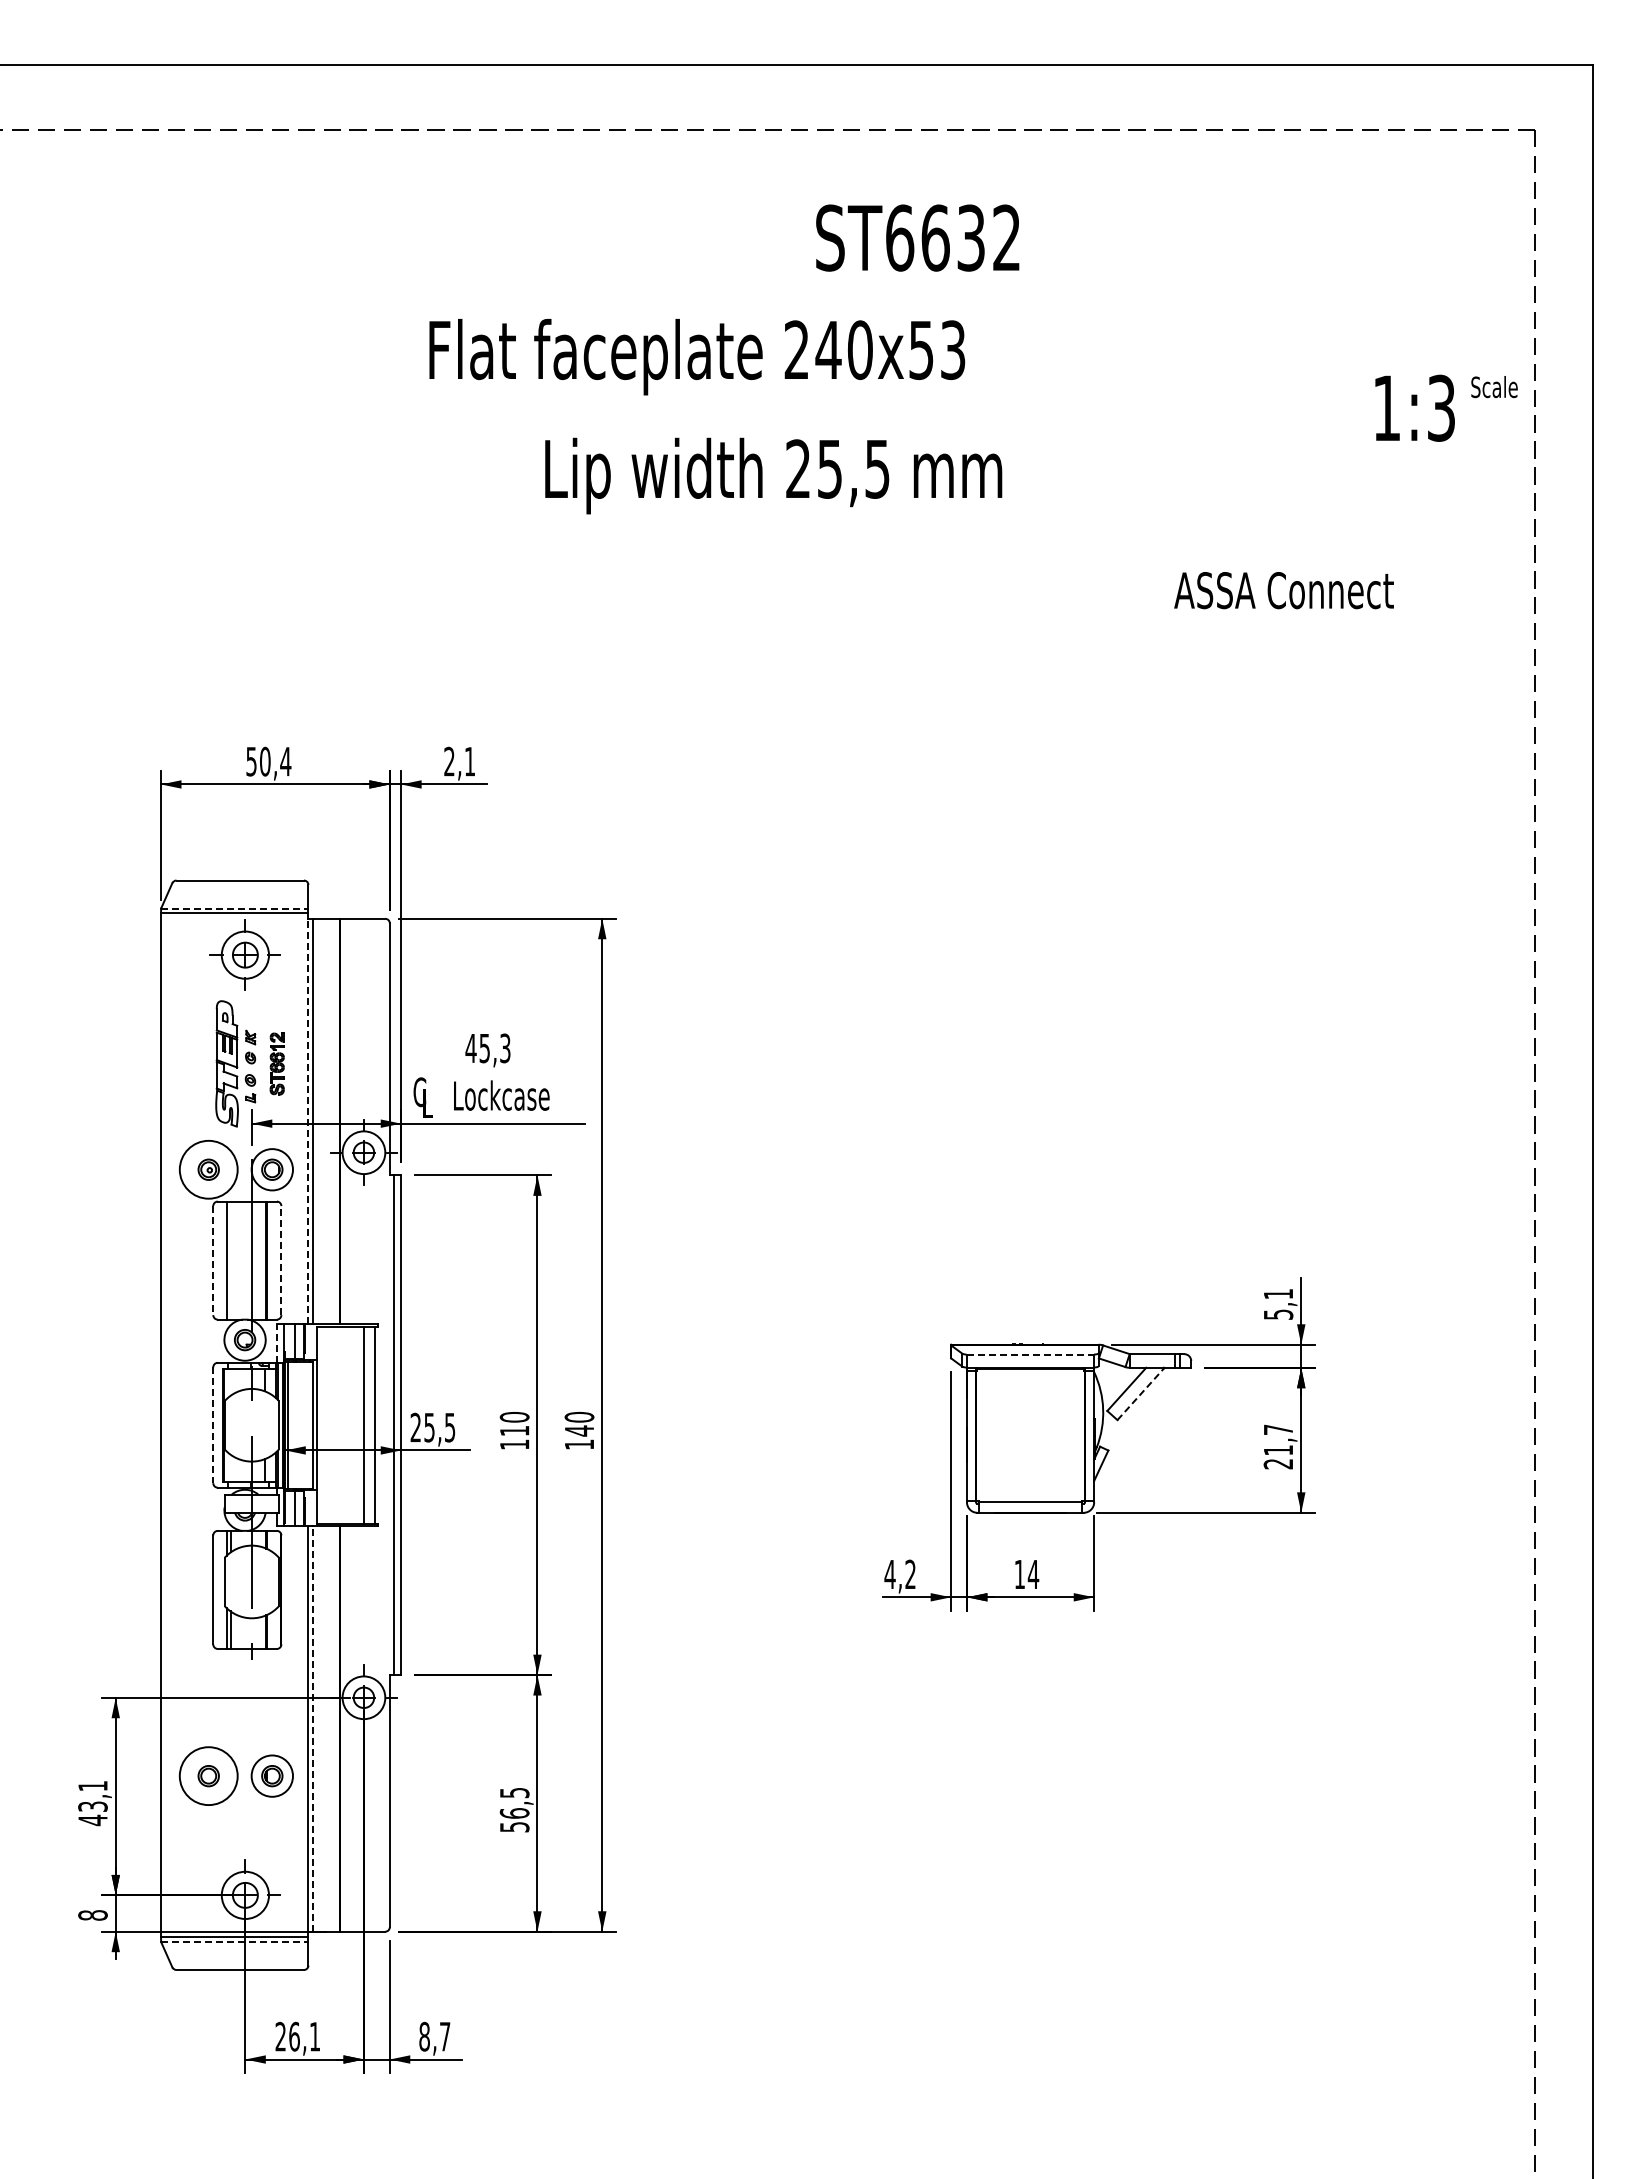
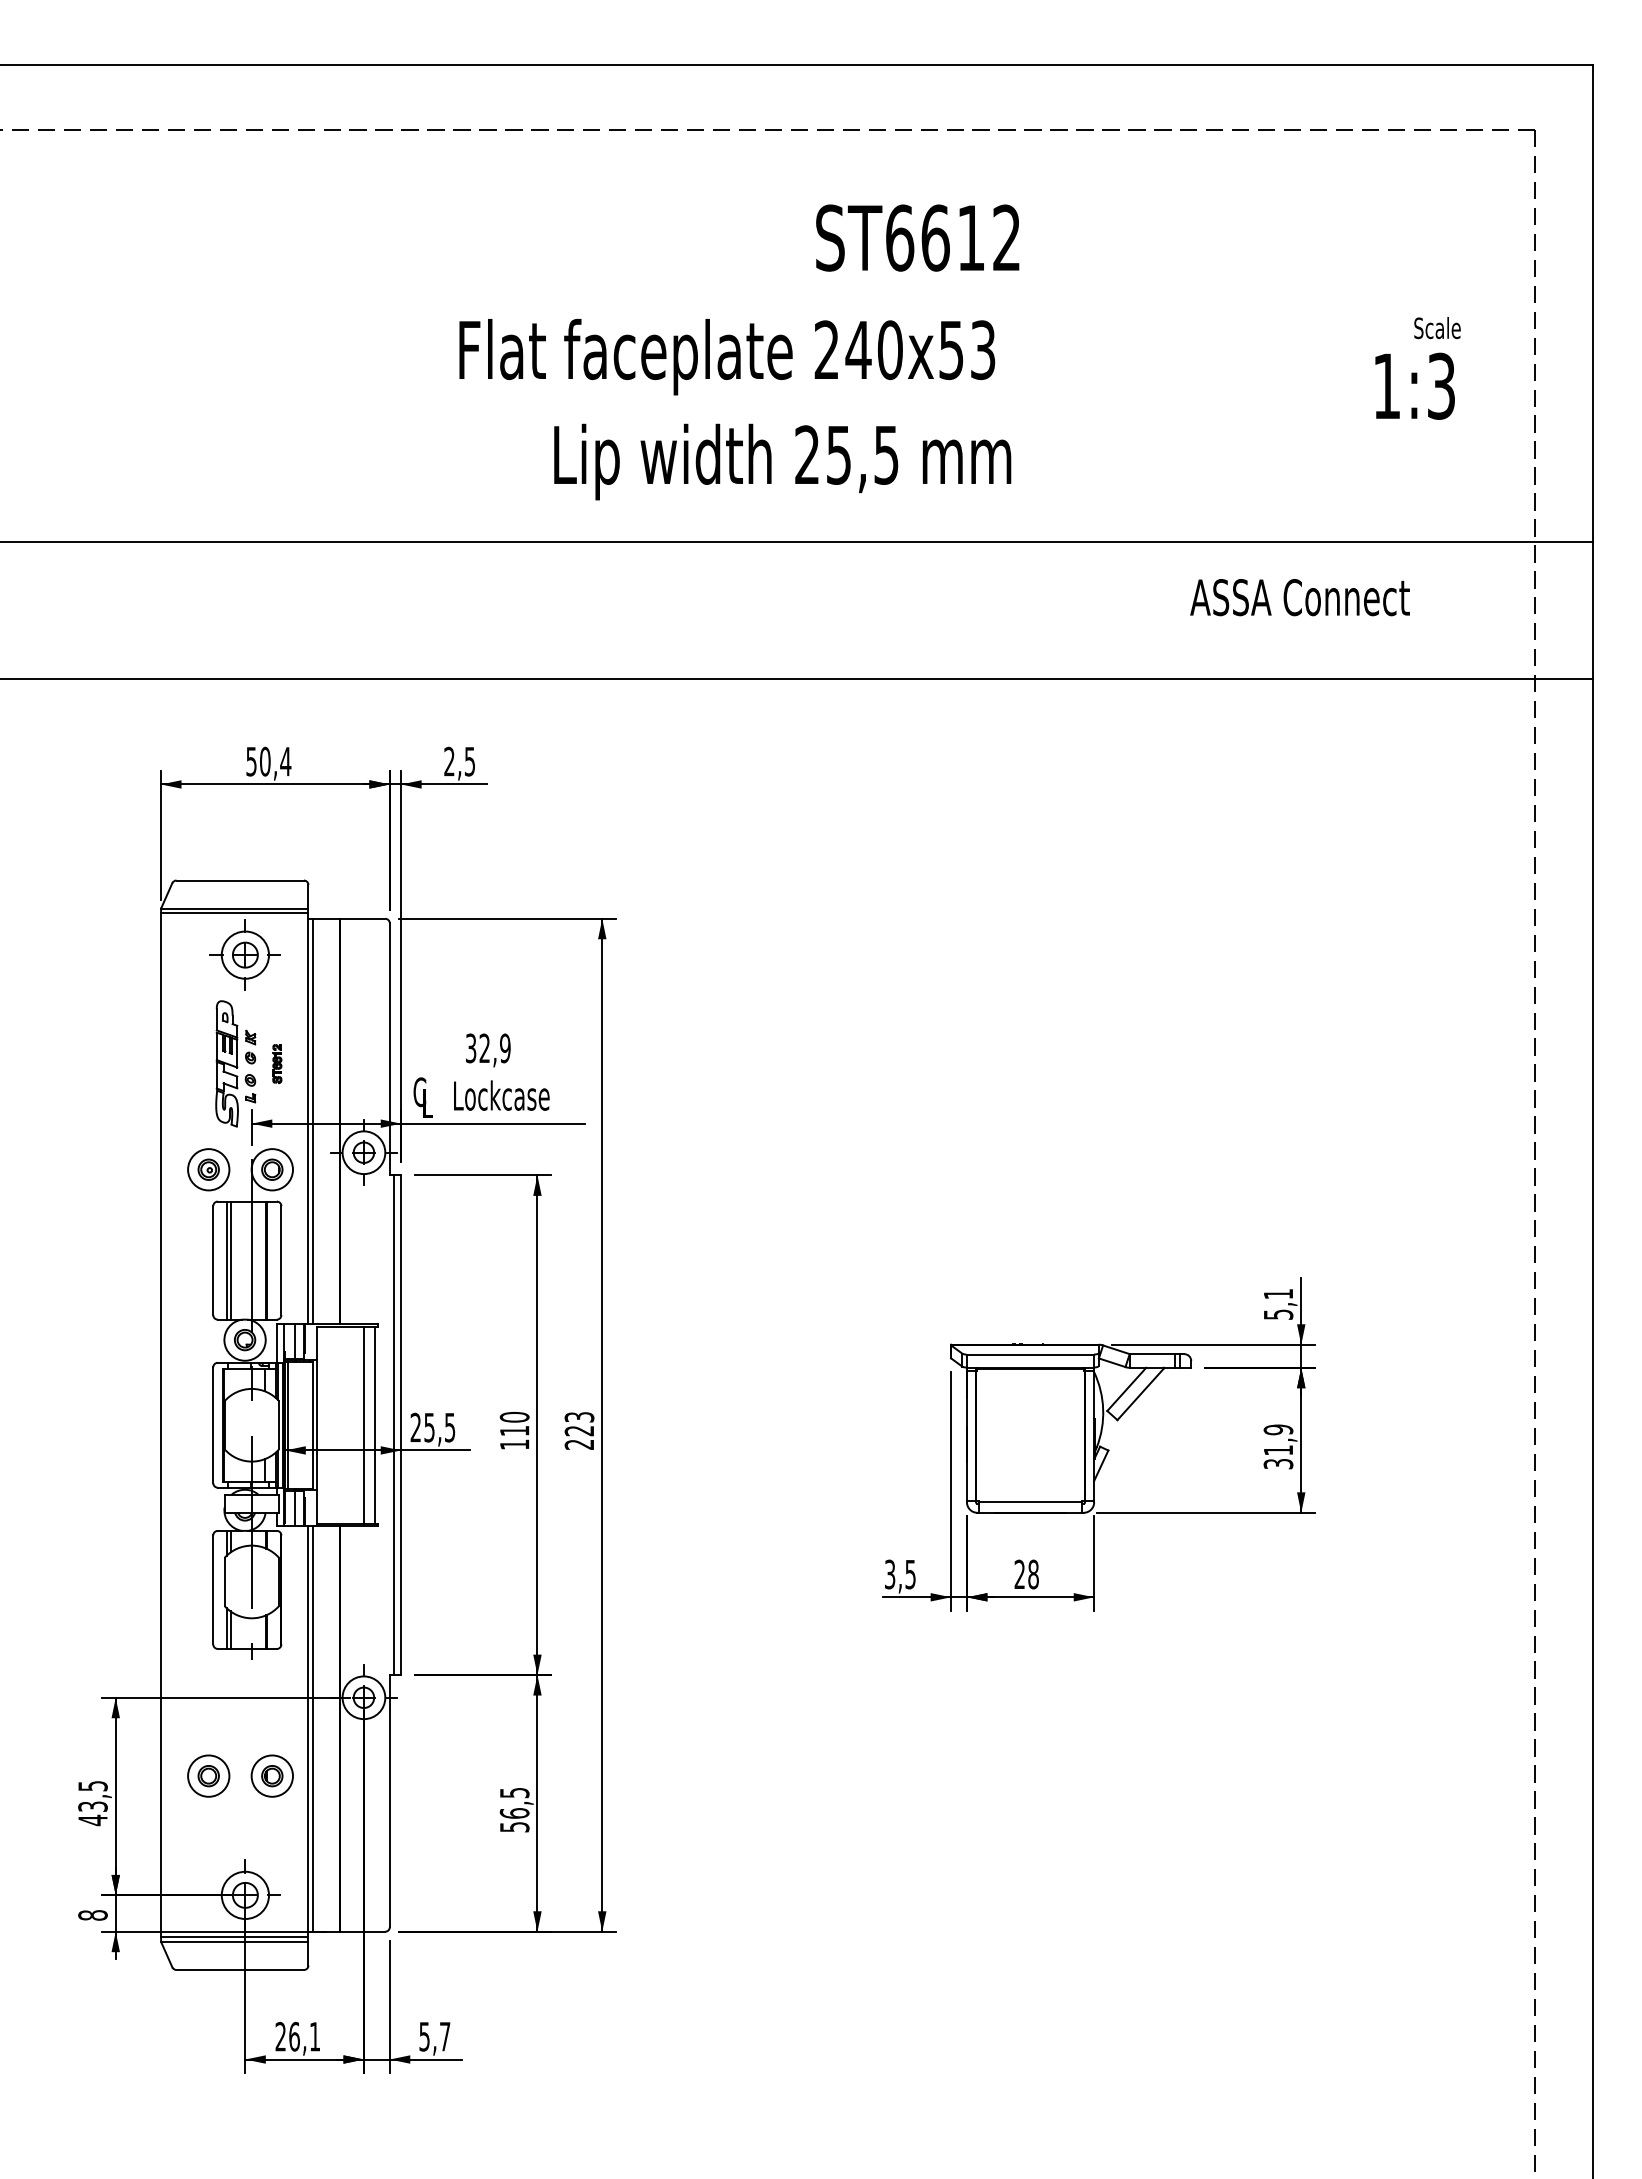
text at (970, 237): ST6632 -> ST6612
text at (697, 357) position: (697, 357) -> (727, 357)
text at (1494, 387) position: (1494, 387) -> (1437, 328)
text at (1414, 407) position: (1414, 407) -> (1414, 385)
text at (773, 475) position: (773, 475) -> (782, 461)
line at (797, 542): none -> present
text at (1283, 590) position: (1283, 590) -> (1299, 597)
line at (797, 678): none -> present
text at (469, 761): 2,1 -> 2,5
line at (234, 908): dashed -> solid
text at (487, 1048): 45,3 -> 32,9
part at (276, 1063) size: 16x64 px -> 11x40 px
line at (308, 1121): dashed -> solid
circle at (208, 1169) diameter: 58 px -> 41 px
line at (213, 1260): dashed -> solid
line at (230, 1260): none -> present
line at (281, 1260): dashed -> solid
line at (276, 1343): dashed -> solid
line at (1030, 1354): dashed -> solid
line at (1140, 1394): dashed -> solid
line at (213, 1425): dashed -> solid
text at (579, 1430): 140 -> 223
text at (1278, 1446): 21,7 -> 31,9
text at (899, 1574): 4,2 -> 3,5
text at (1026, 1574): 14 -> 28
line at (313, 1729): dashed -> solid
circle at (208, 1776) diameter: 58 px -> 41 px
text at (92, 1786): 43,1 -> 43,5
line at (234, 1942): dashed -> solid
text at (424, 2036): 8,7 -> 5,7
